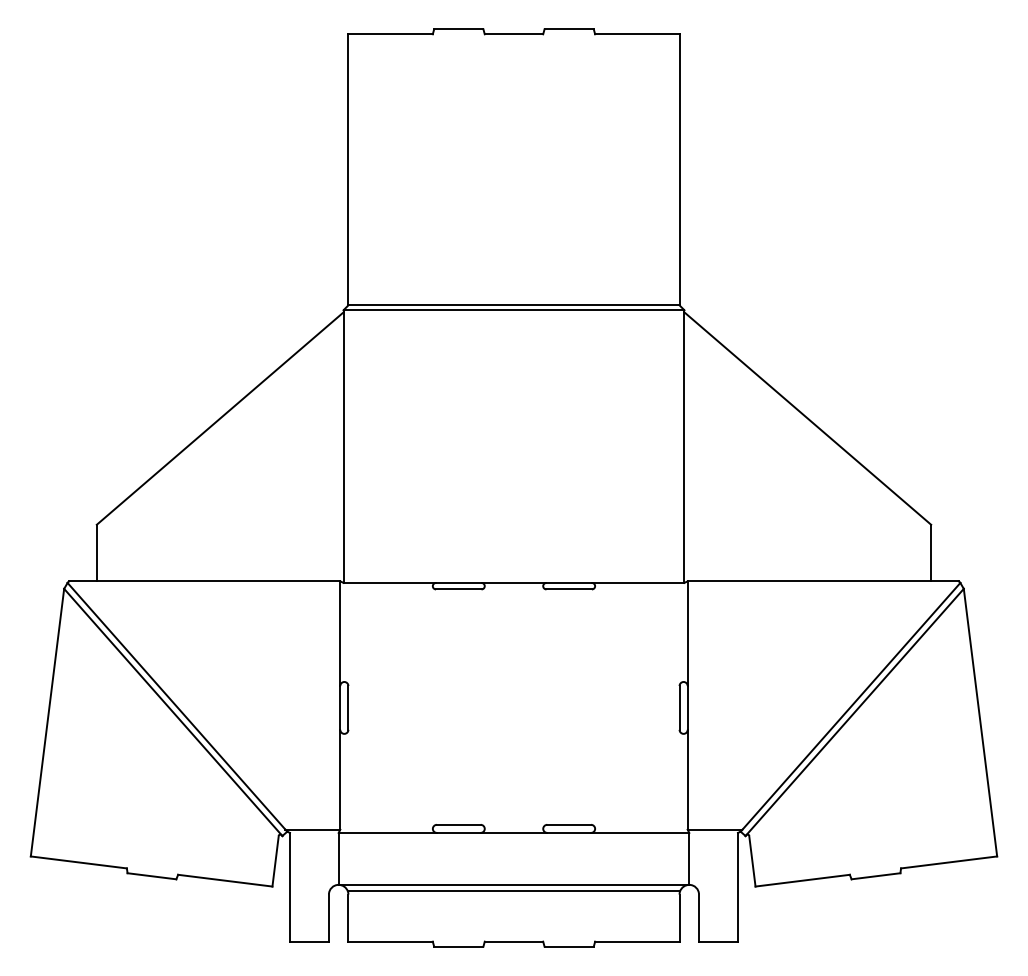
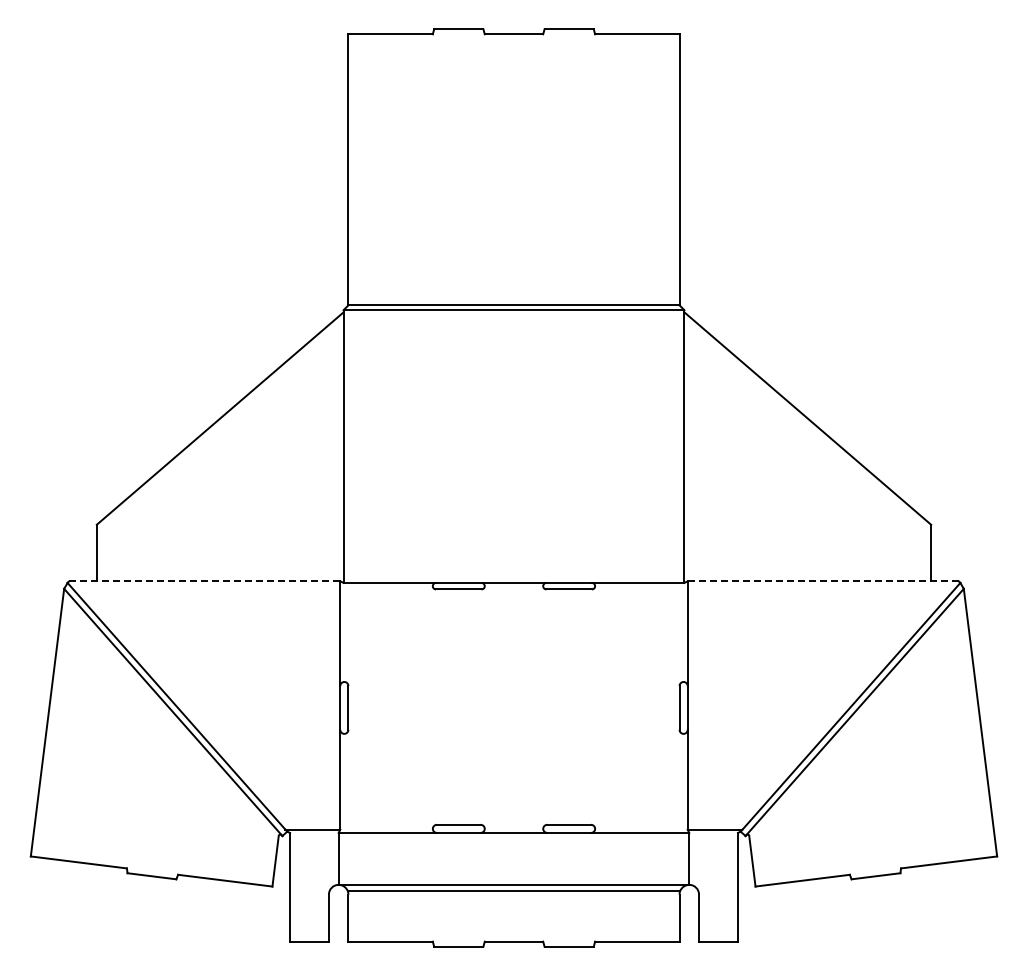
line at (204, 581): solid -> dashed
line at (823, 581): solid -> dashed
